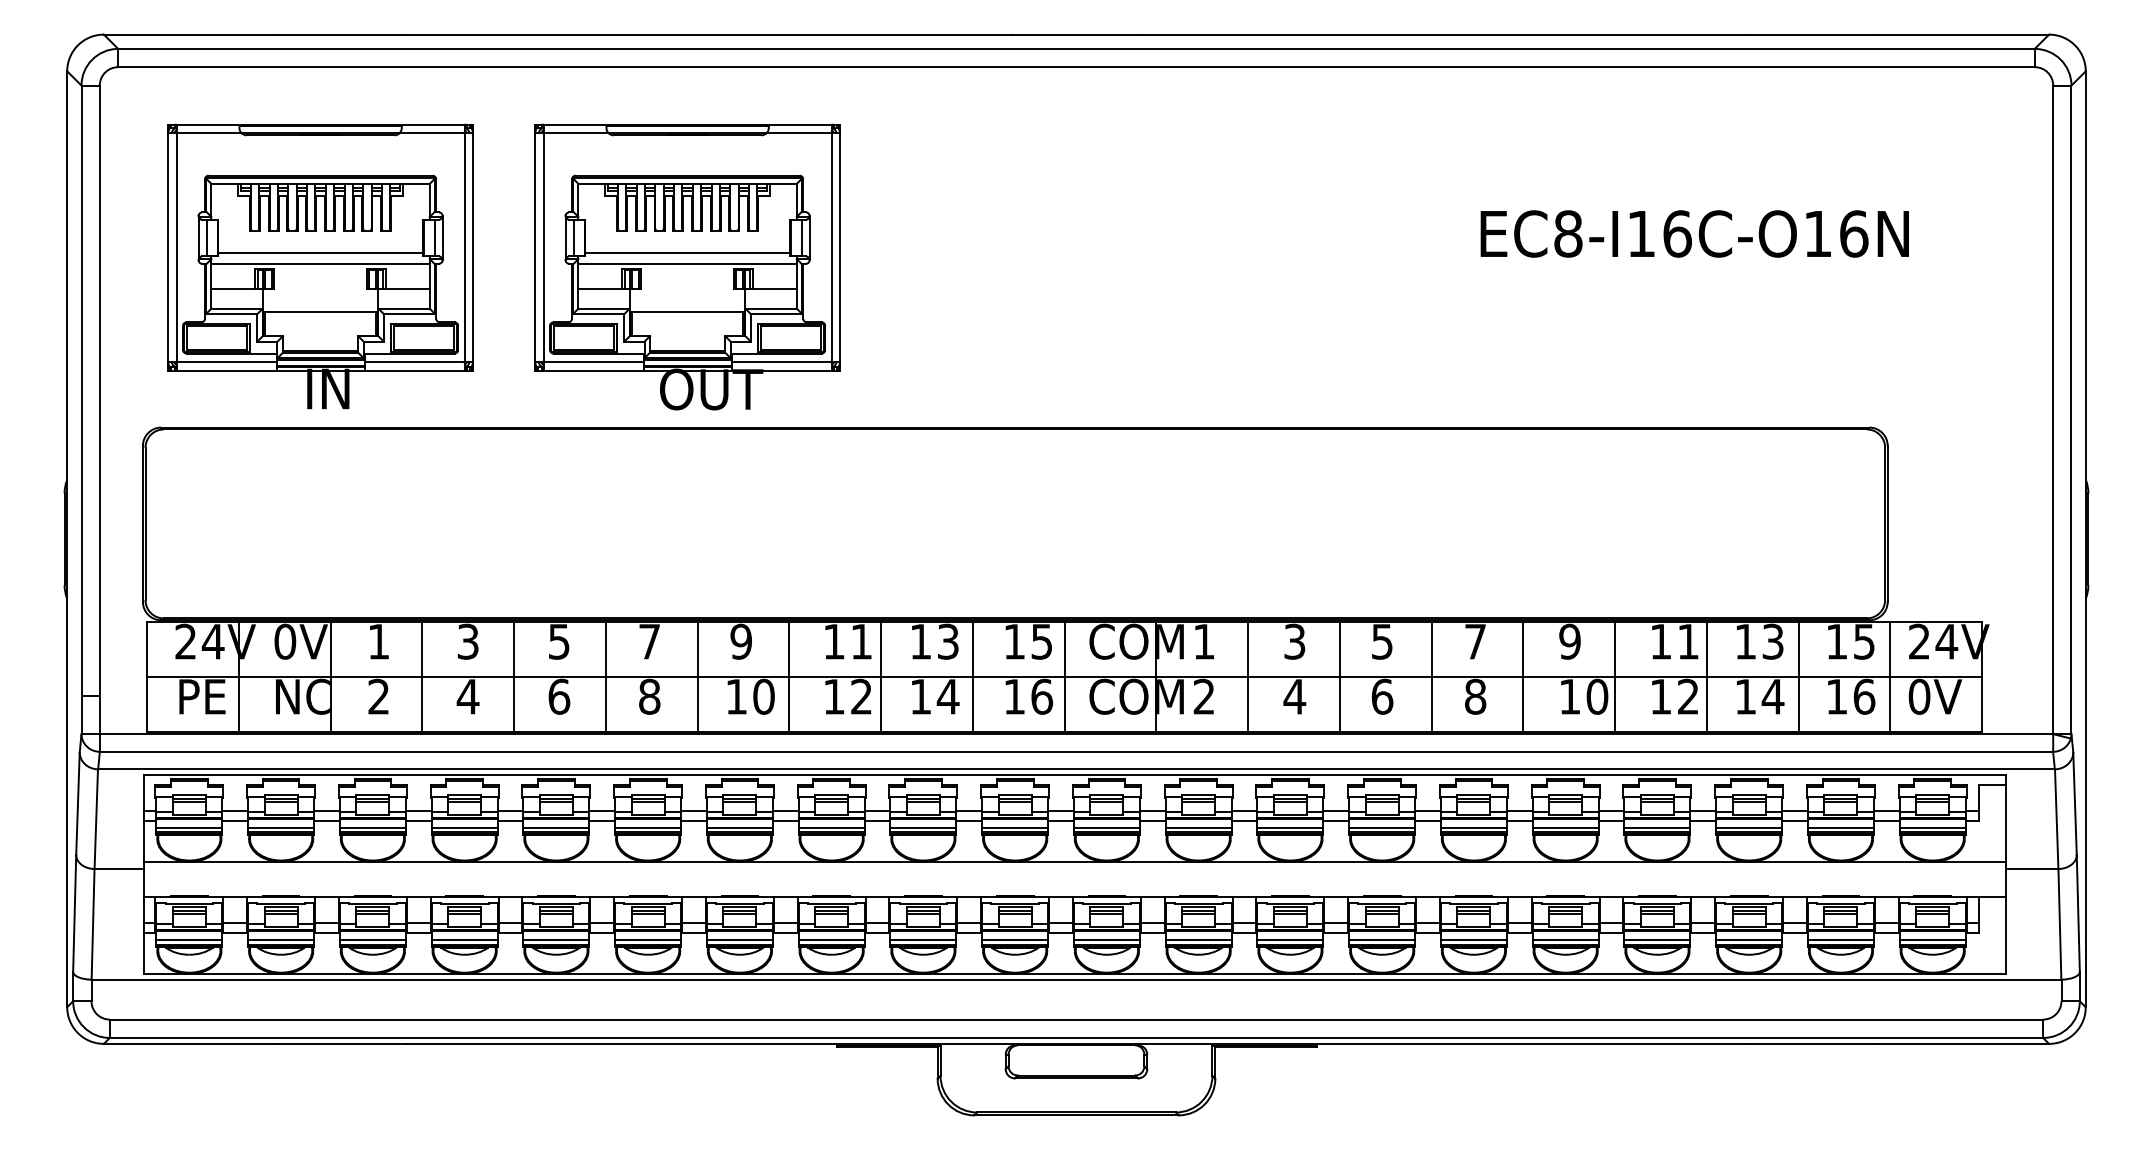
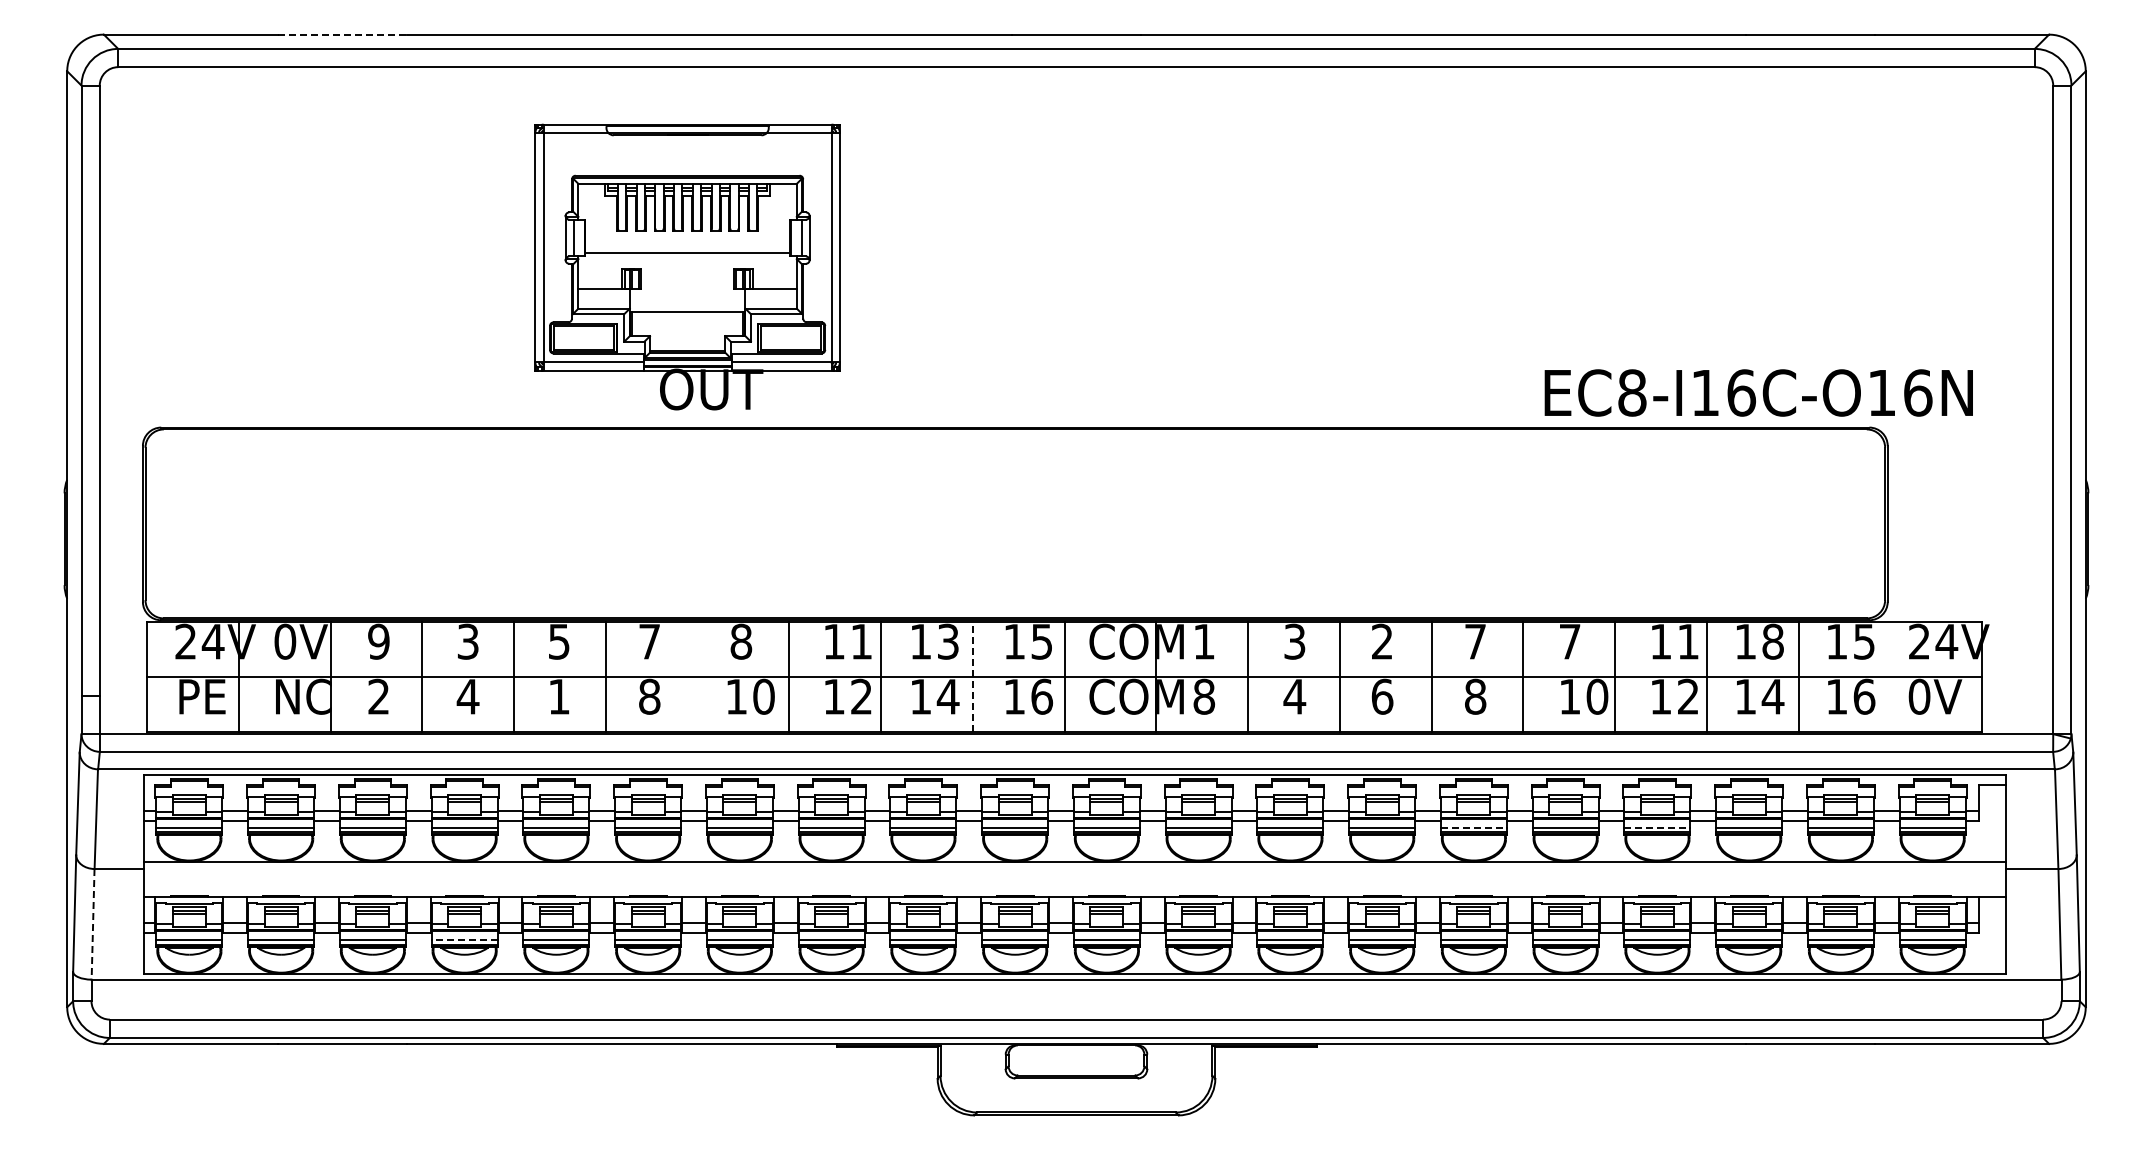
line at (342, 34): solid -> dashed
text at (1694, 233) position: (1694, 233) -> (1758, 392)
line at (687, 263): present -> none
part at (320, 266): present -> none
text at (378, 641): 1 -> 9
text at (741, 641): 9 -> 8
text at (1382, 641): 5 -> 2
text at (1569, 641): 9 -> 7
text at (1772, 641): 13 -> 18
line at (972, 676): solid -> dashed
line at (697, 677): present -> none
line at (1890, 677): present -> none
text at (559, 696): 6 -> 1
text at (1204, 696): 2 -> 8
line at (1474, 827): solid -> dashed
line at (1657, 827): solid -> dashed
line at (93, 924): solid -> dashed
line at (464, 940): solid -> dashed
